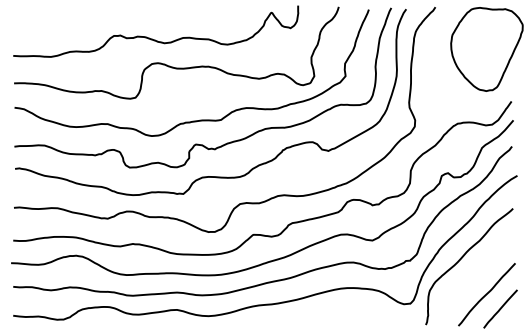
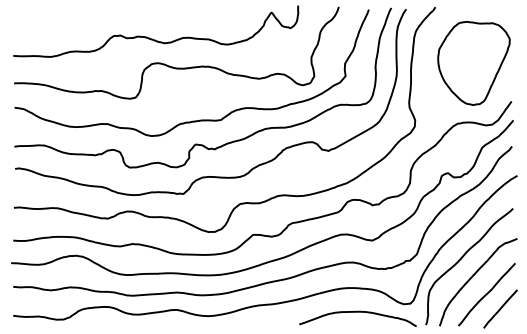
part at (486, 49) position: (486, 49) -> (473, 63)
curve at (473, 276): none -> present
curve at (357, 312): none -> present
